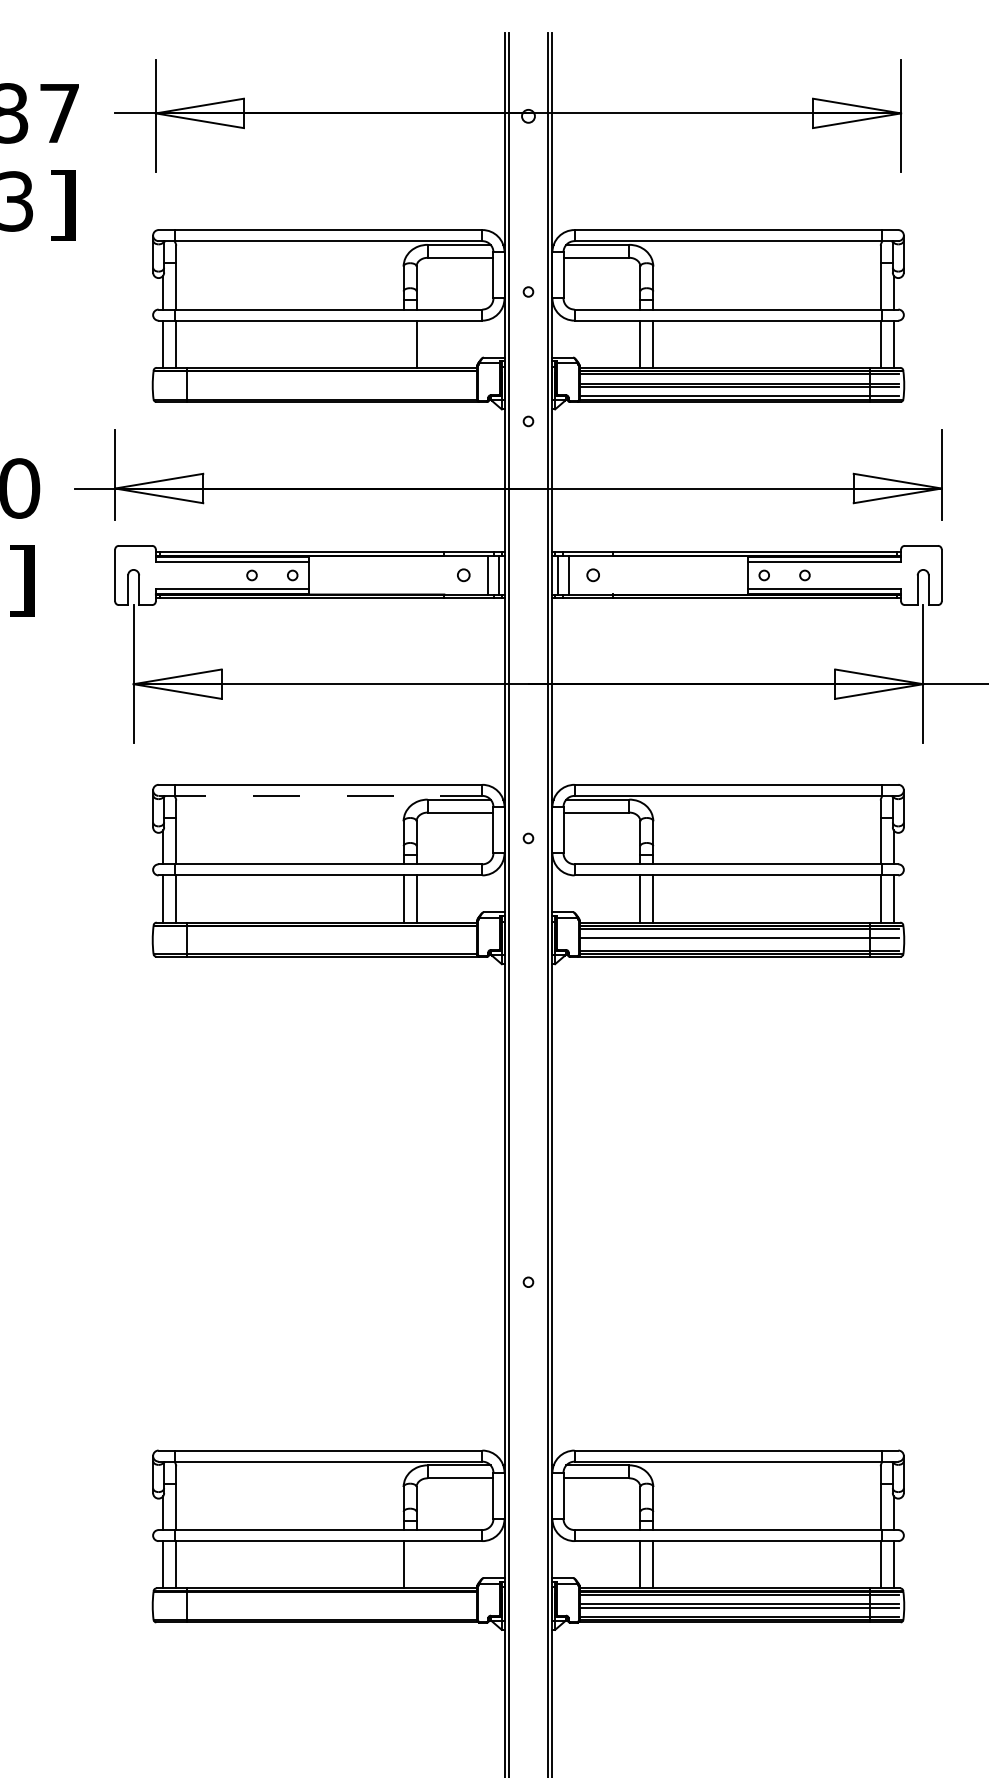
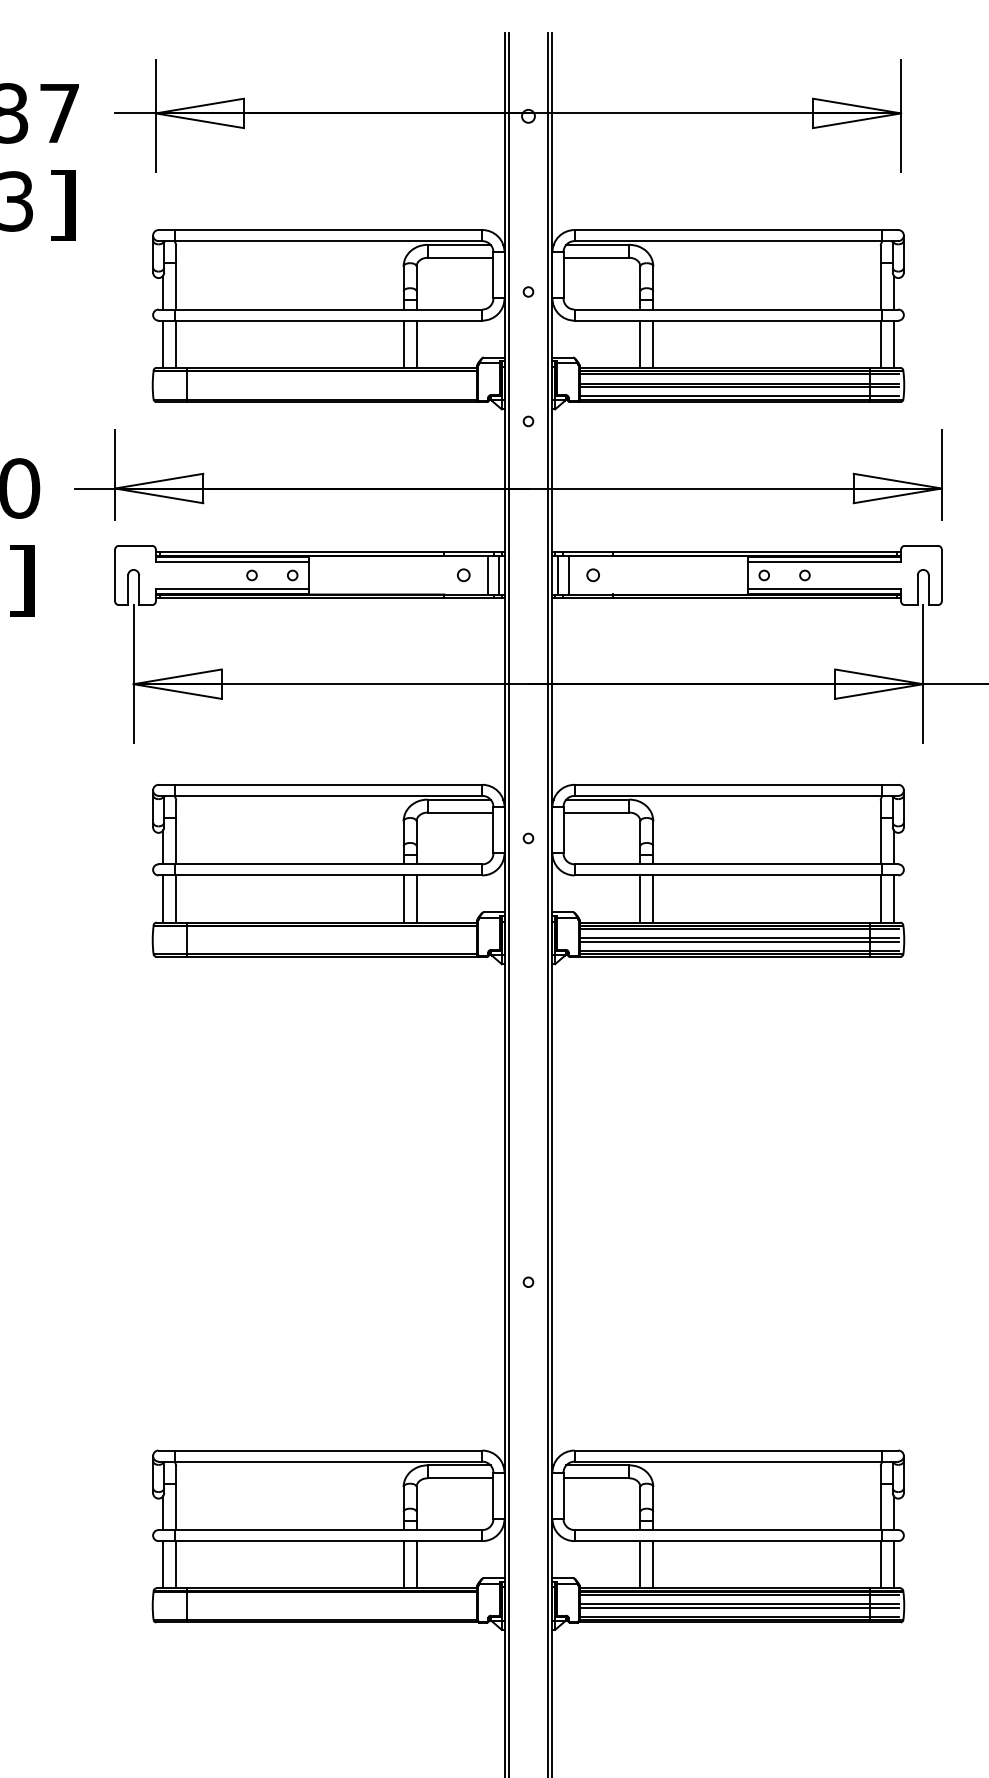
line at (403, 343): none -> present
line at (320, 795): dashed -> solid
line at (739, 941): none -> present
line at (416, 1564): none -> present
